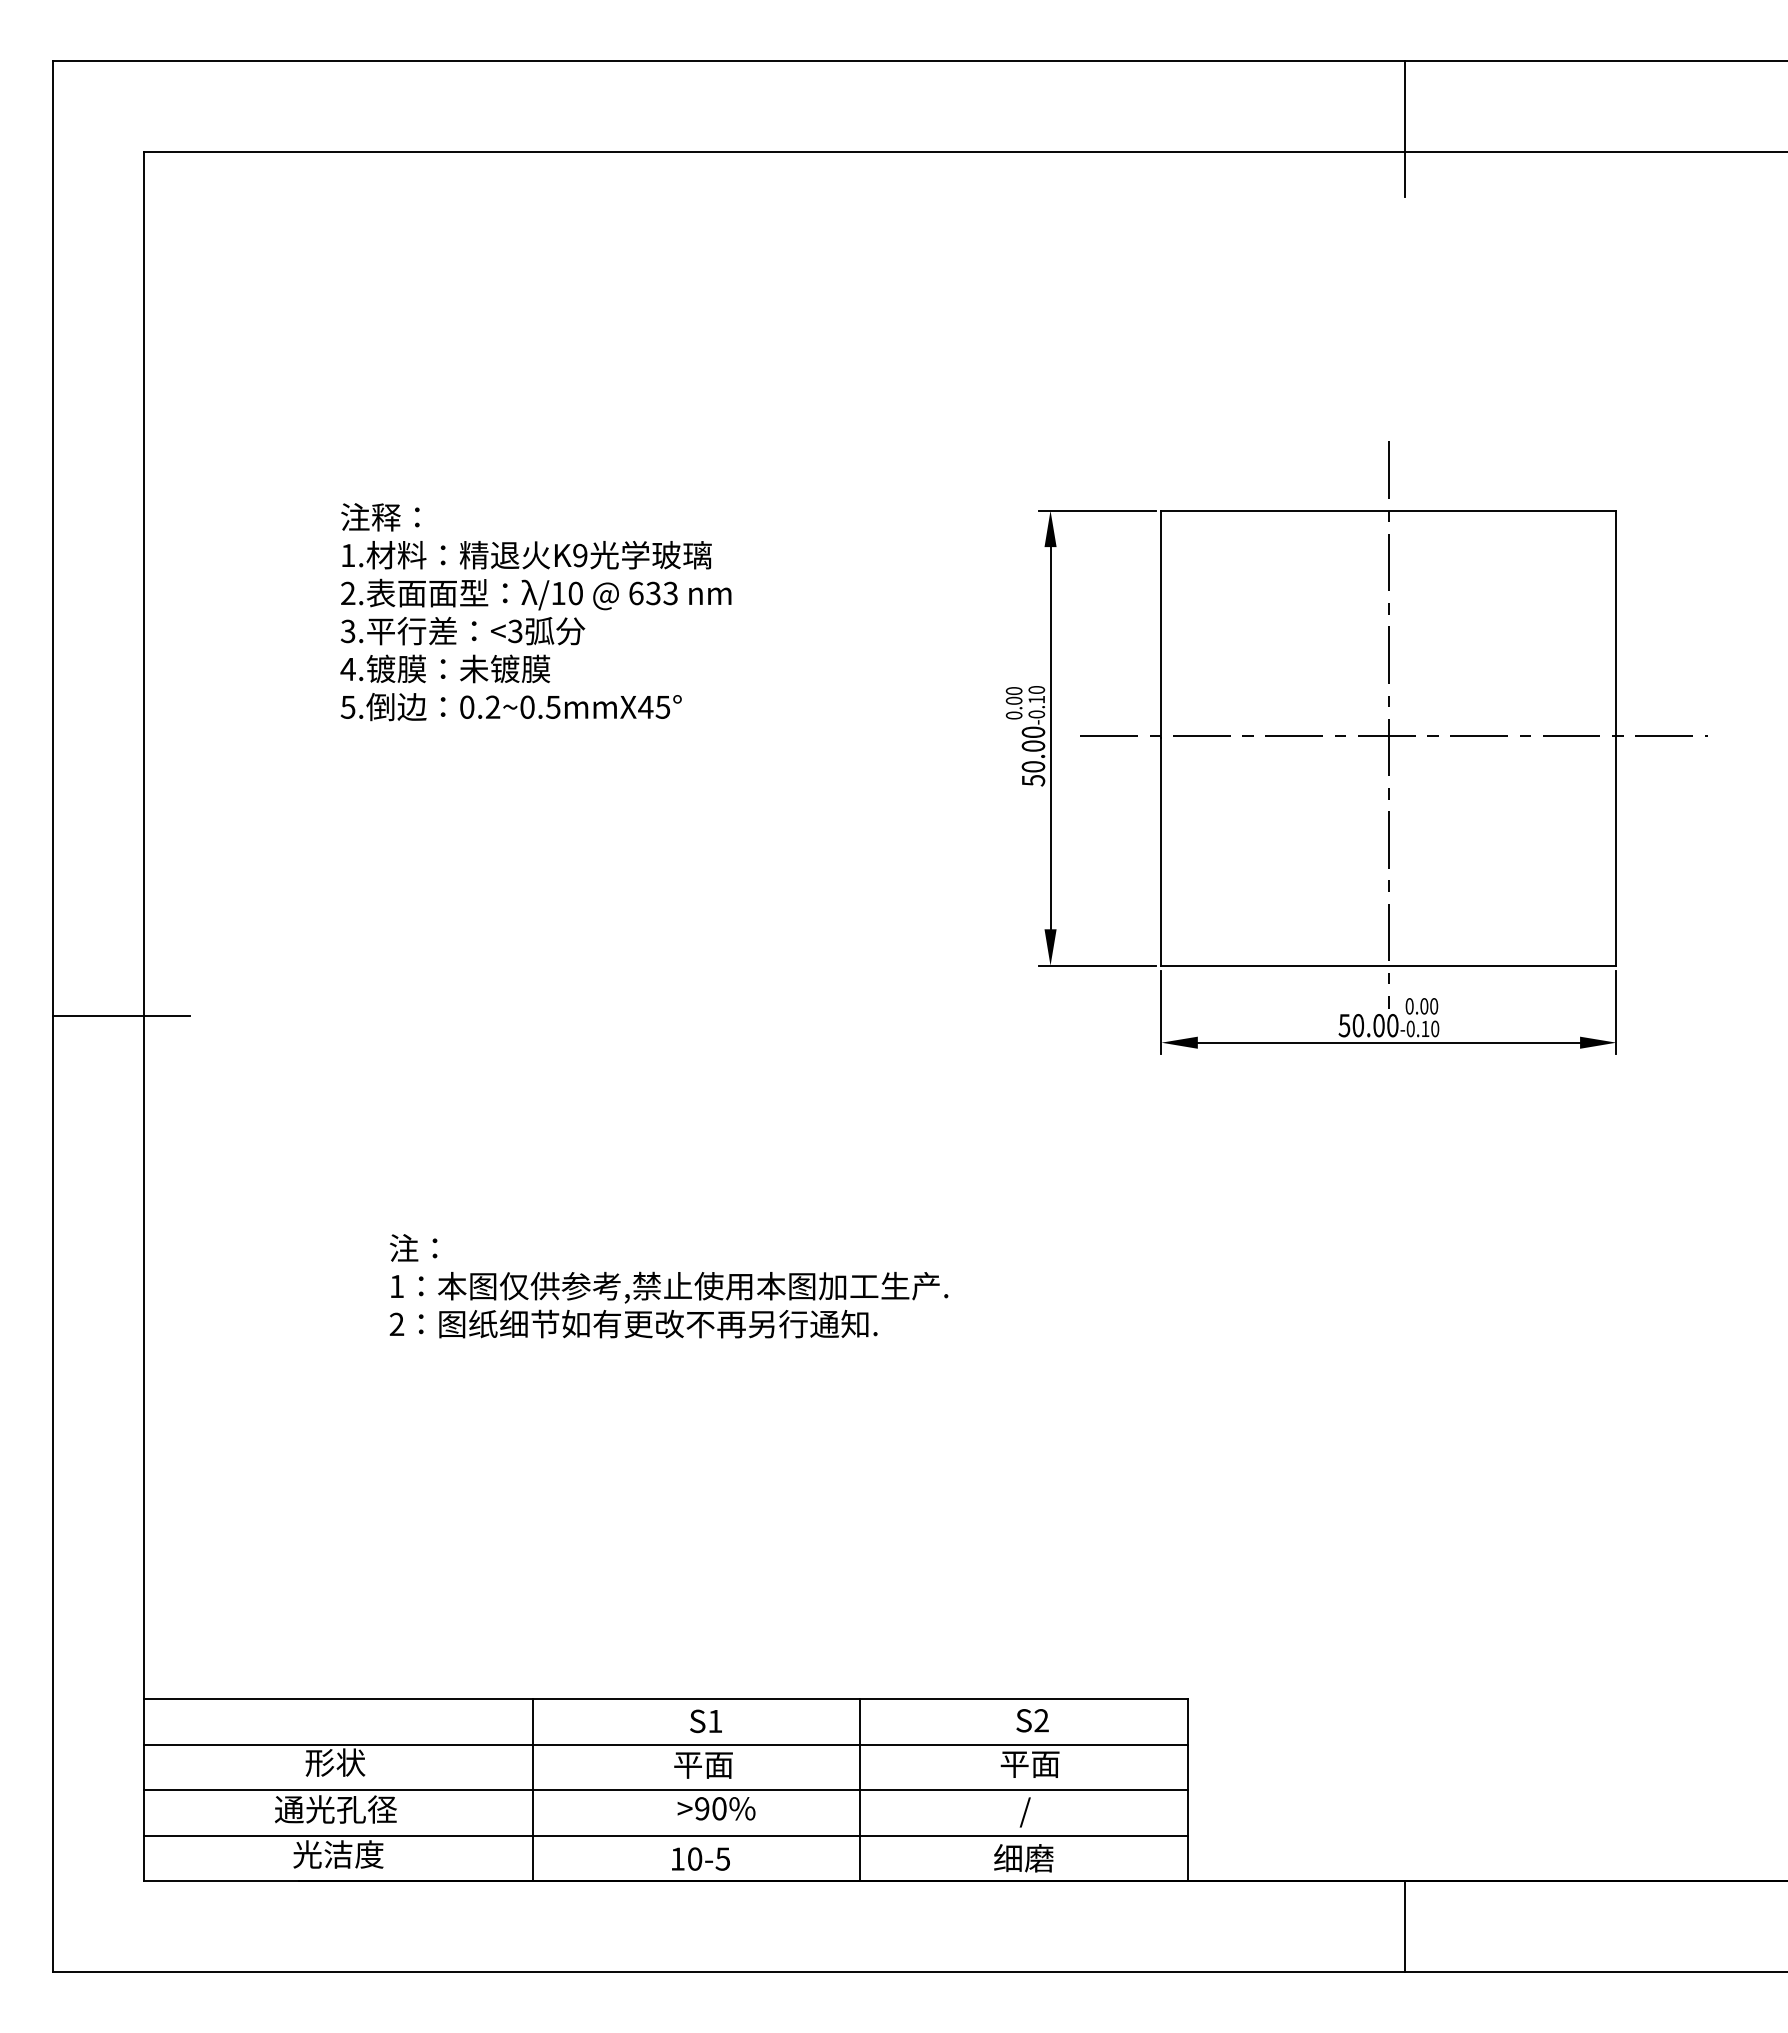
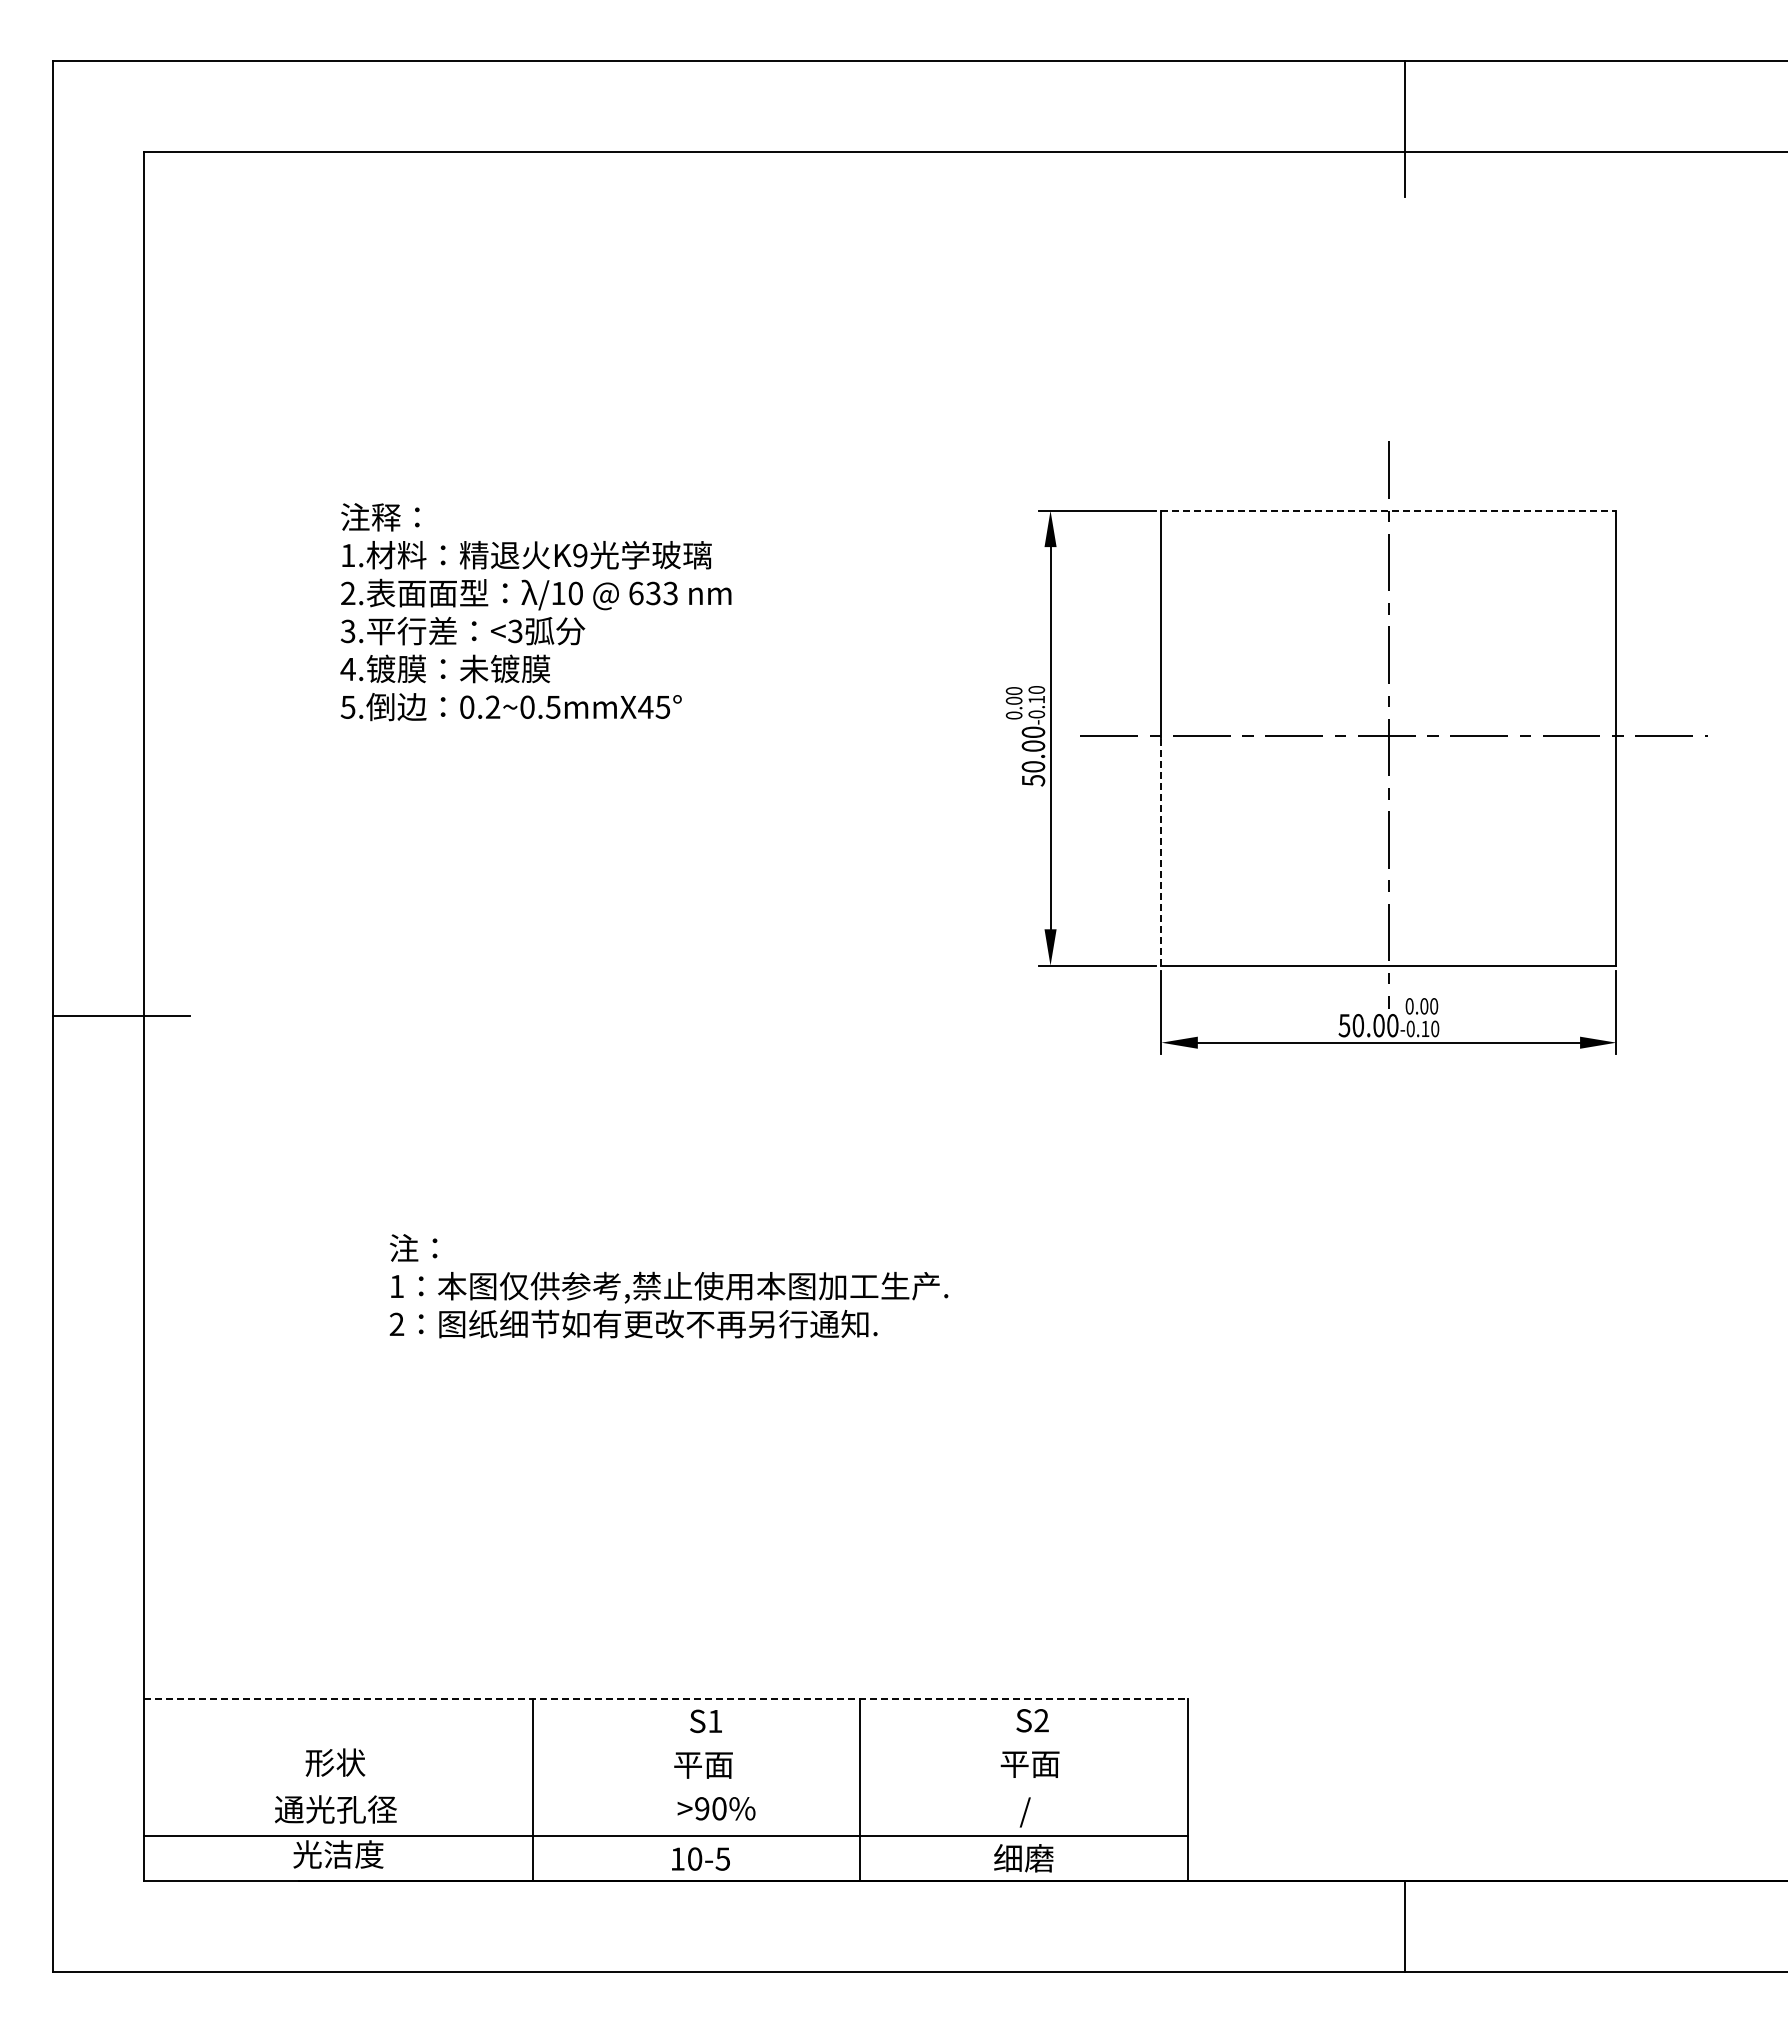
line at (1388, 510): solid -> dashed
line at (1161, 851): solid -> dashed
line at (666, 1699): solid -> dashed
line at (665, 1744): present -> none
line at (665, 1790): present -> none
